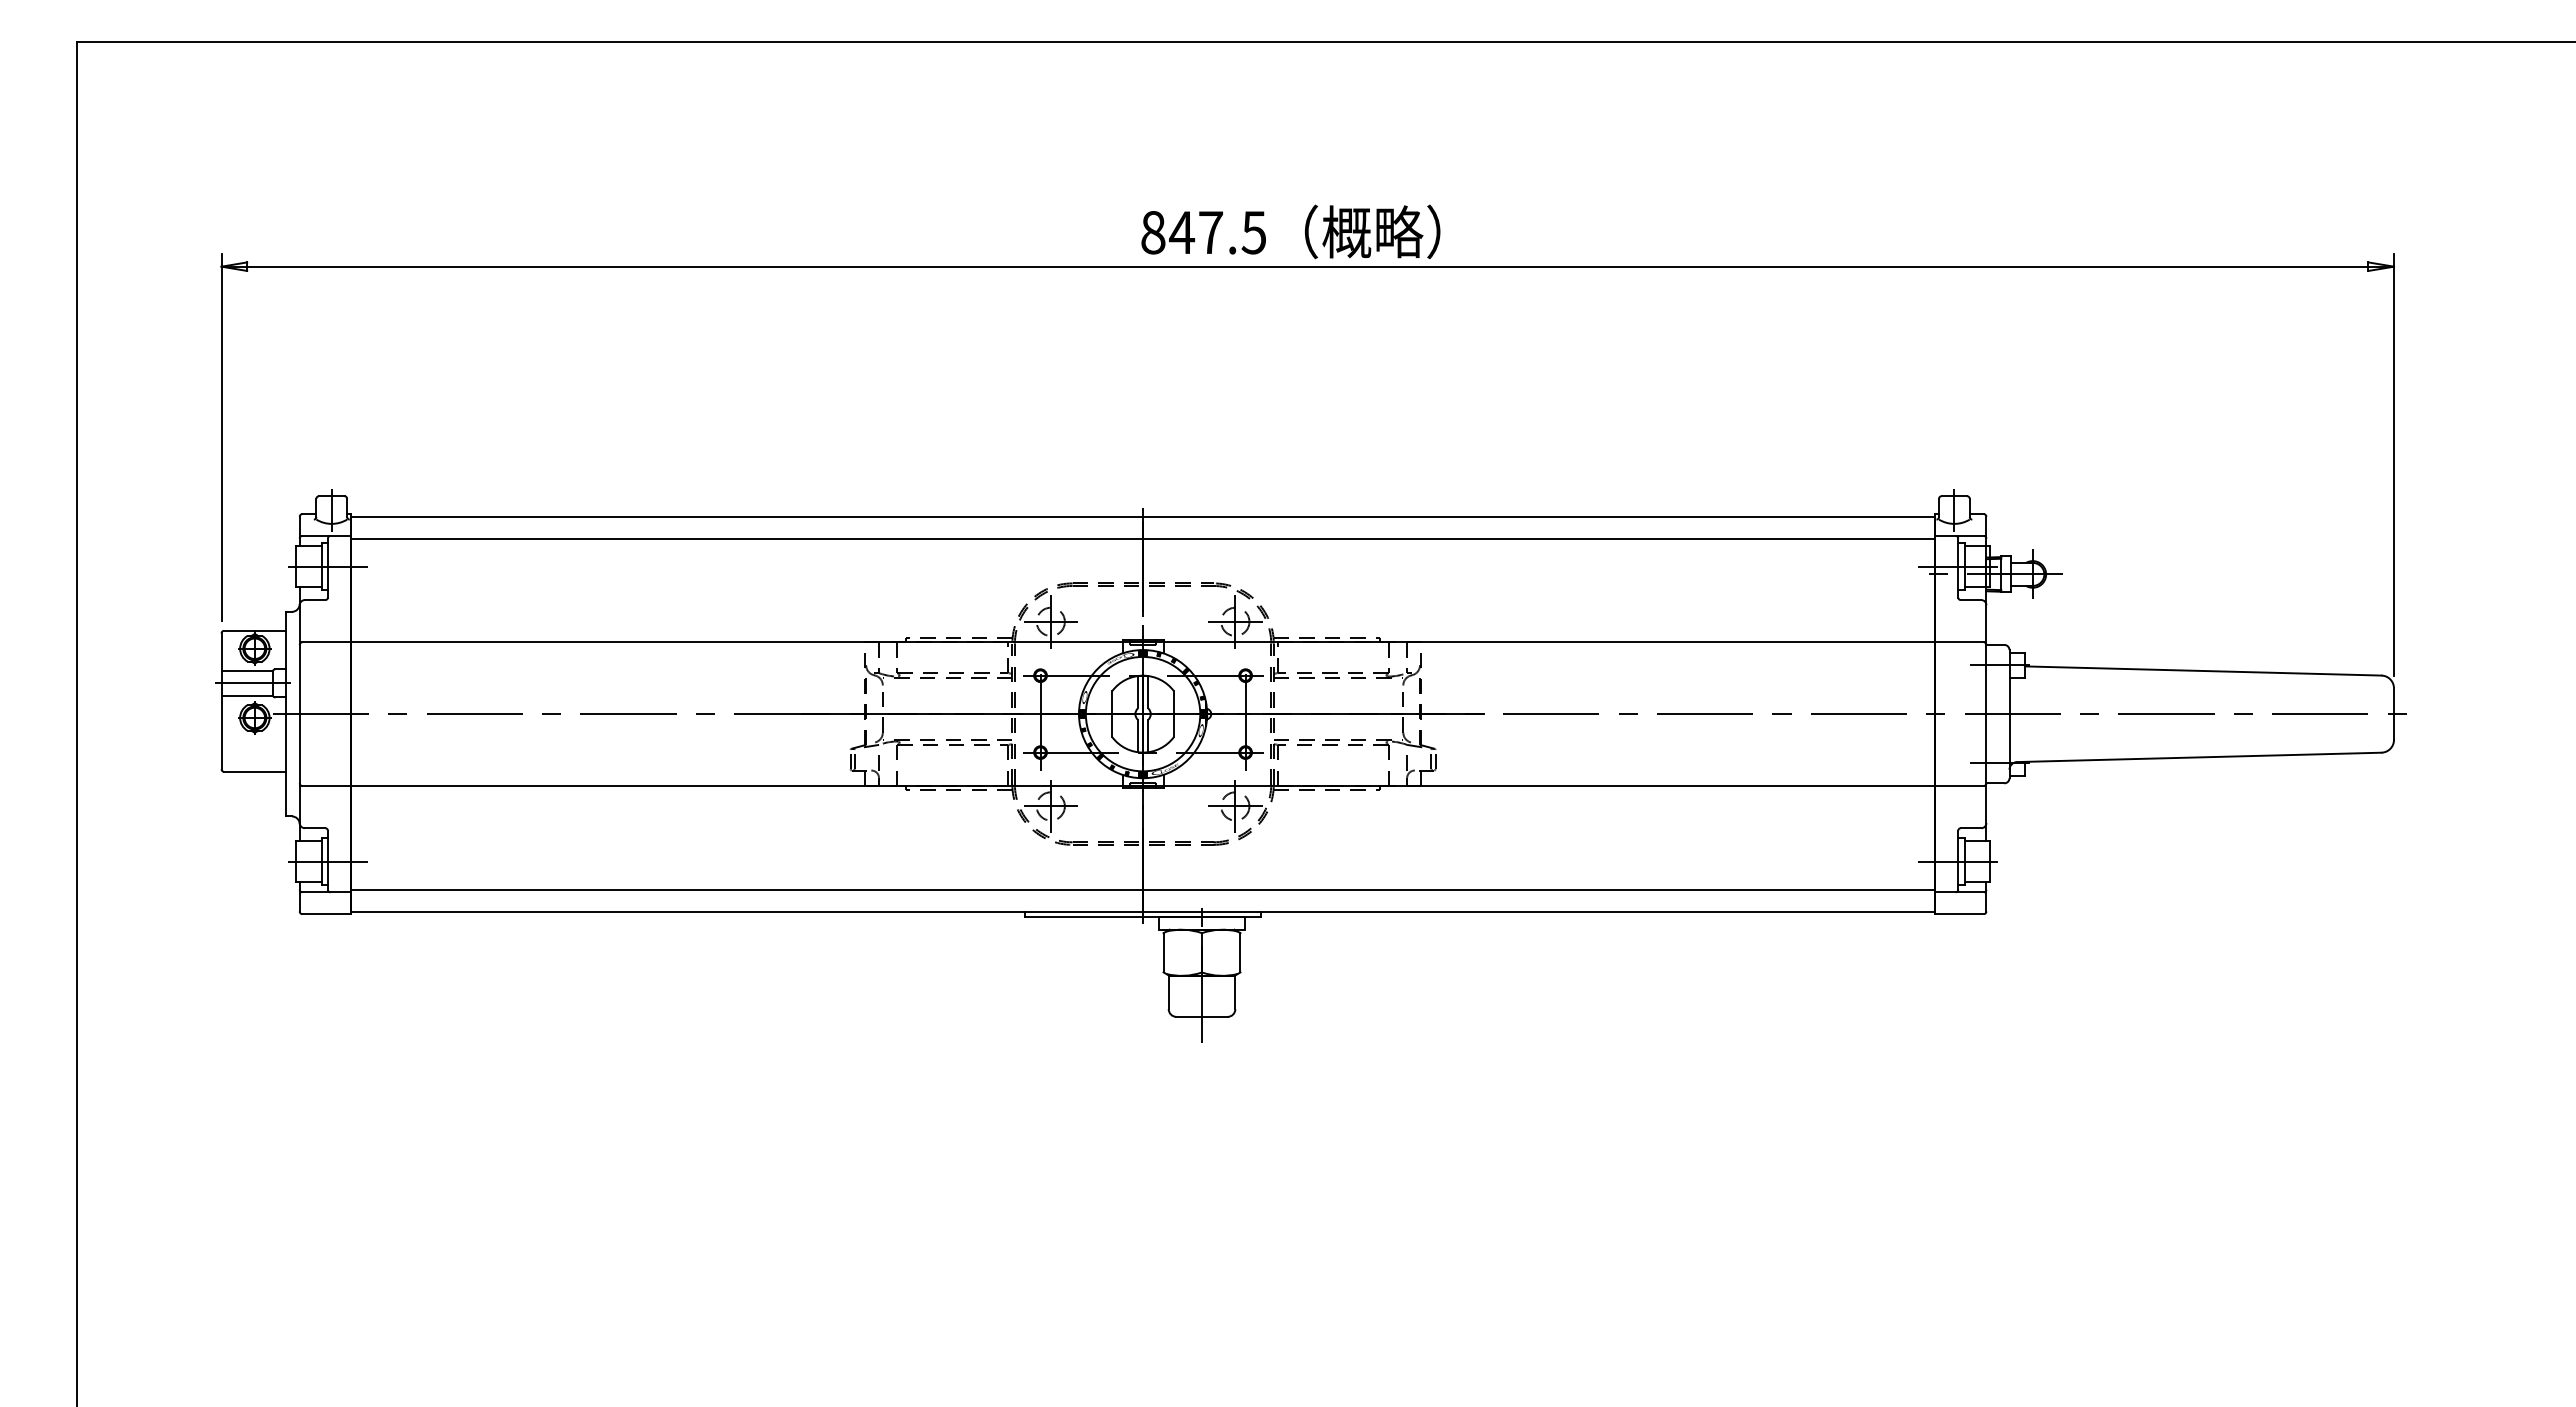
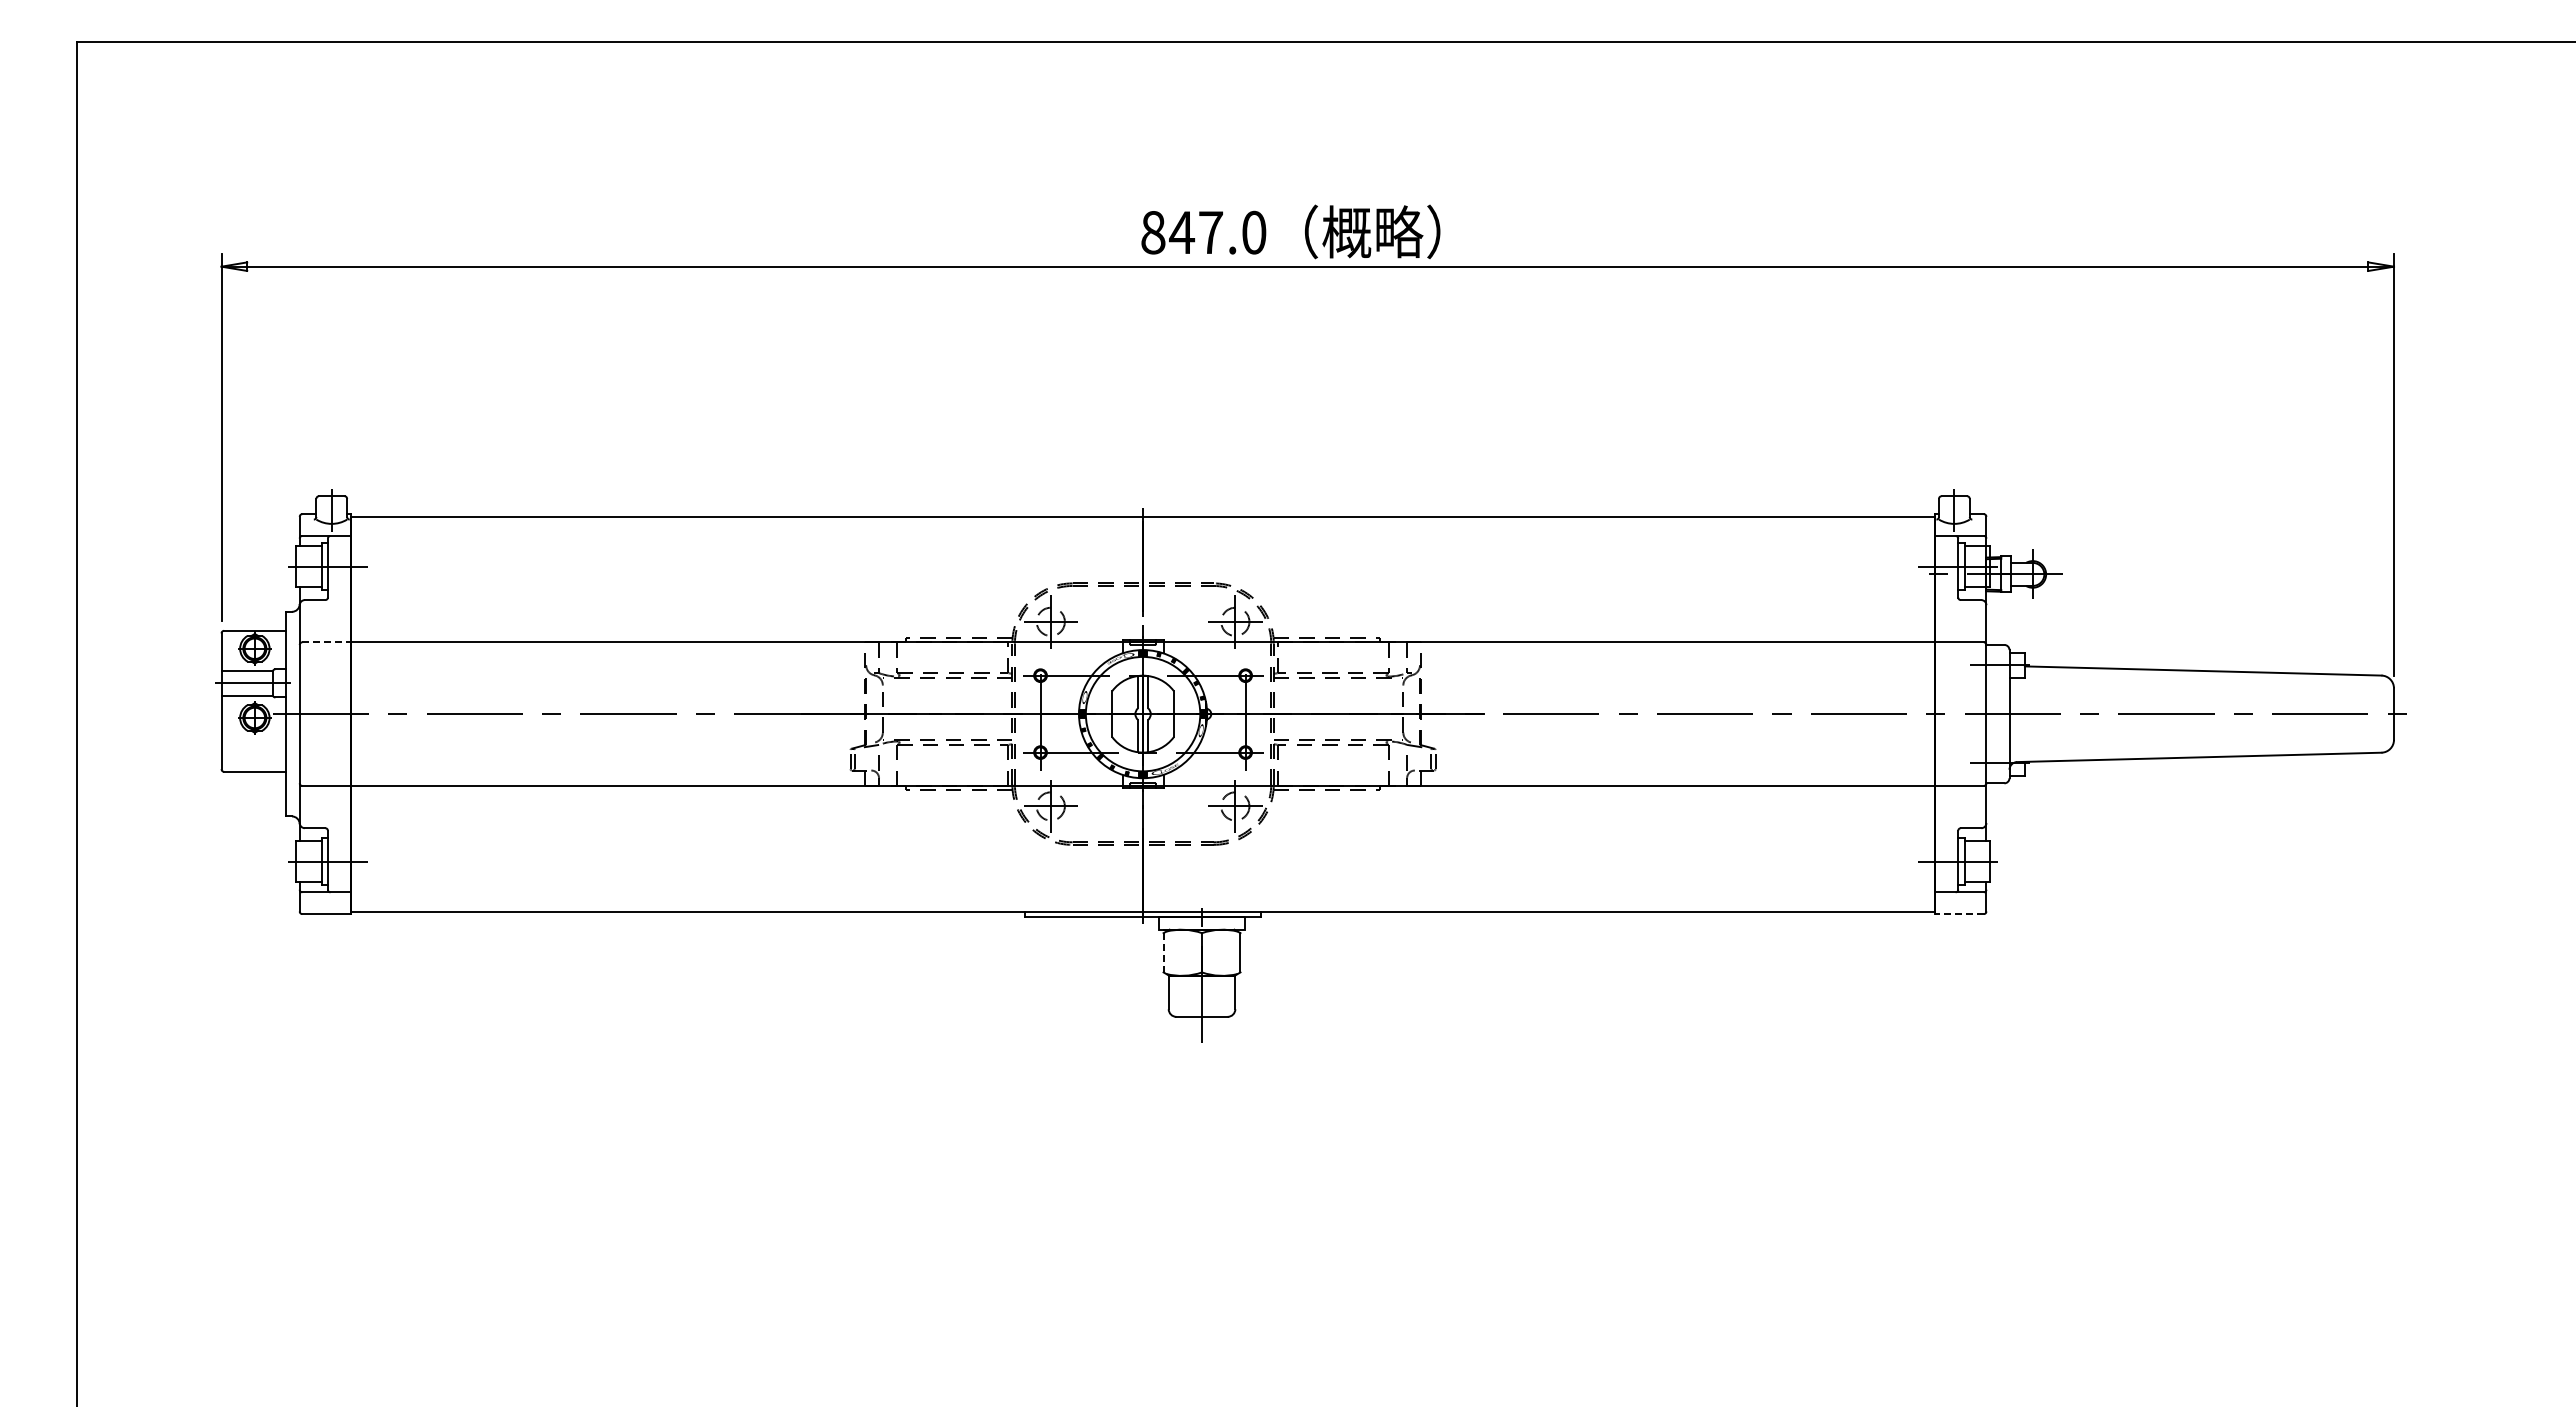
text at (1253, 232): 847.5 -> 847.0
line at (1143, 538): present -> none
line at (327, 642): solid -> dashed
line at (1143, 889): present -> none
line at (1959, 914): solid -> dashed
line at (1163, 952): solid -> dashed
